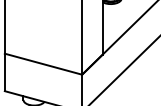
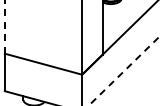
line at (4, 26): solid -> dashed
line at (124, 70): solid -> dashed
